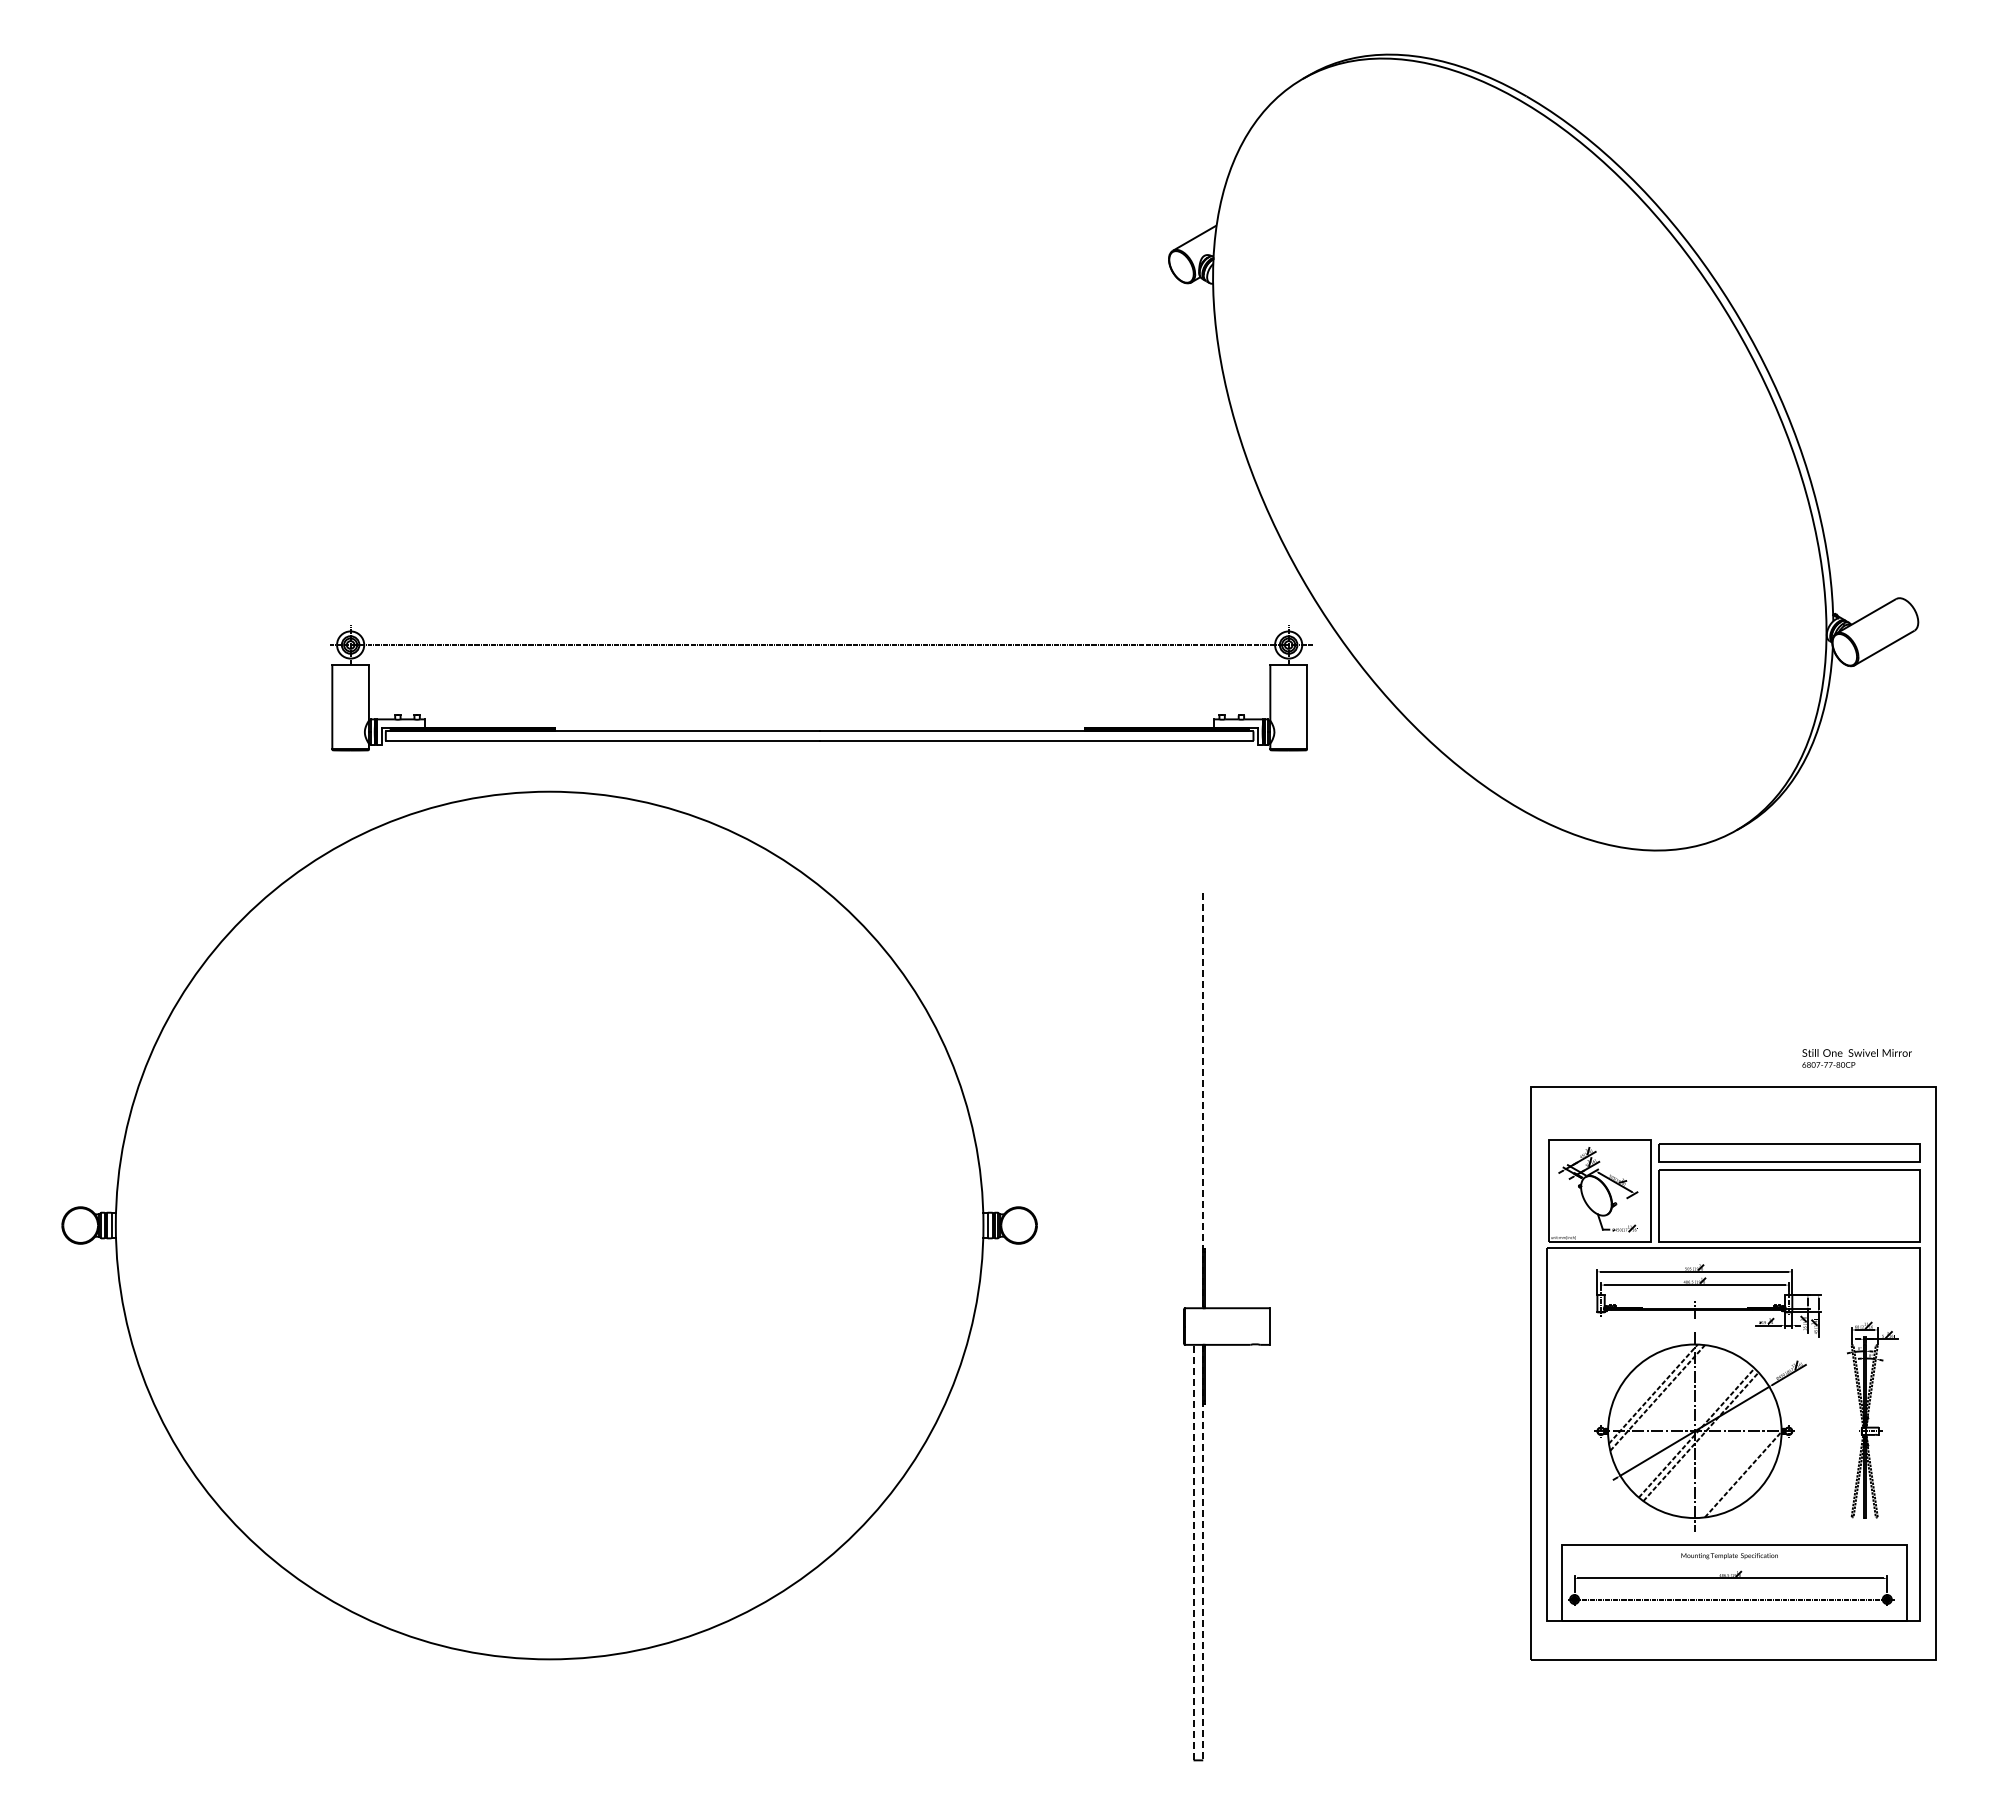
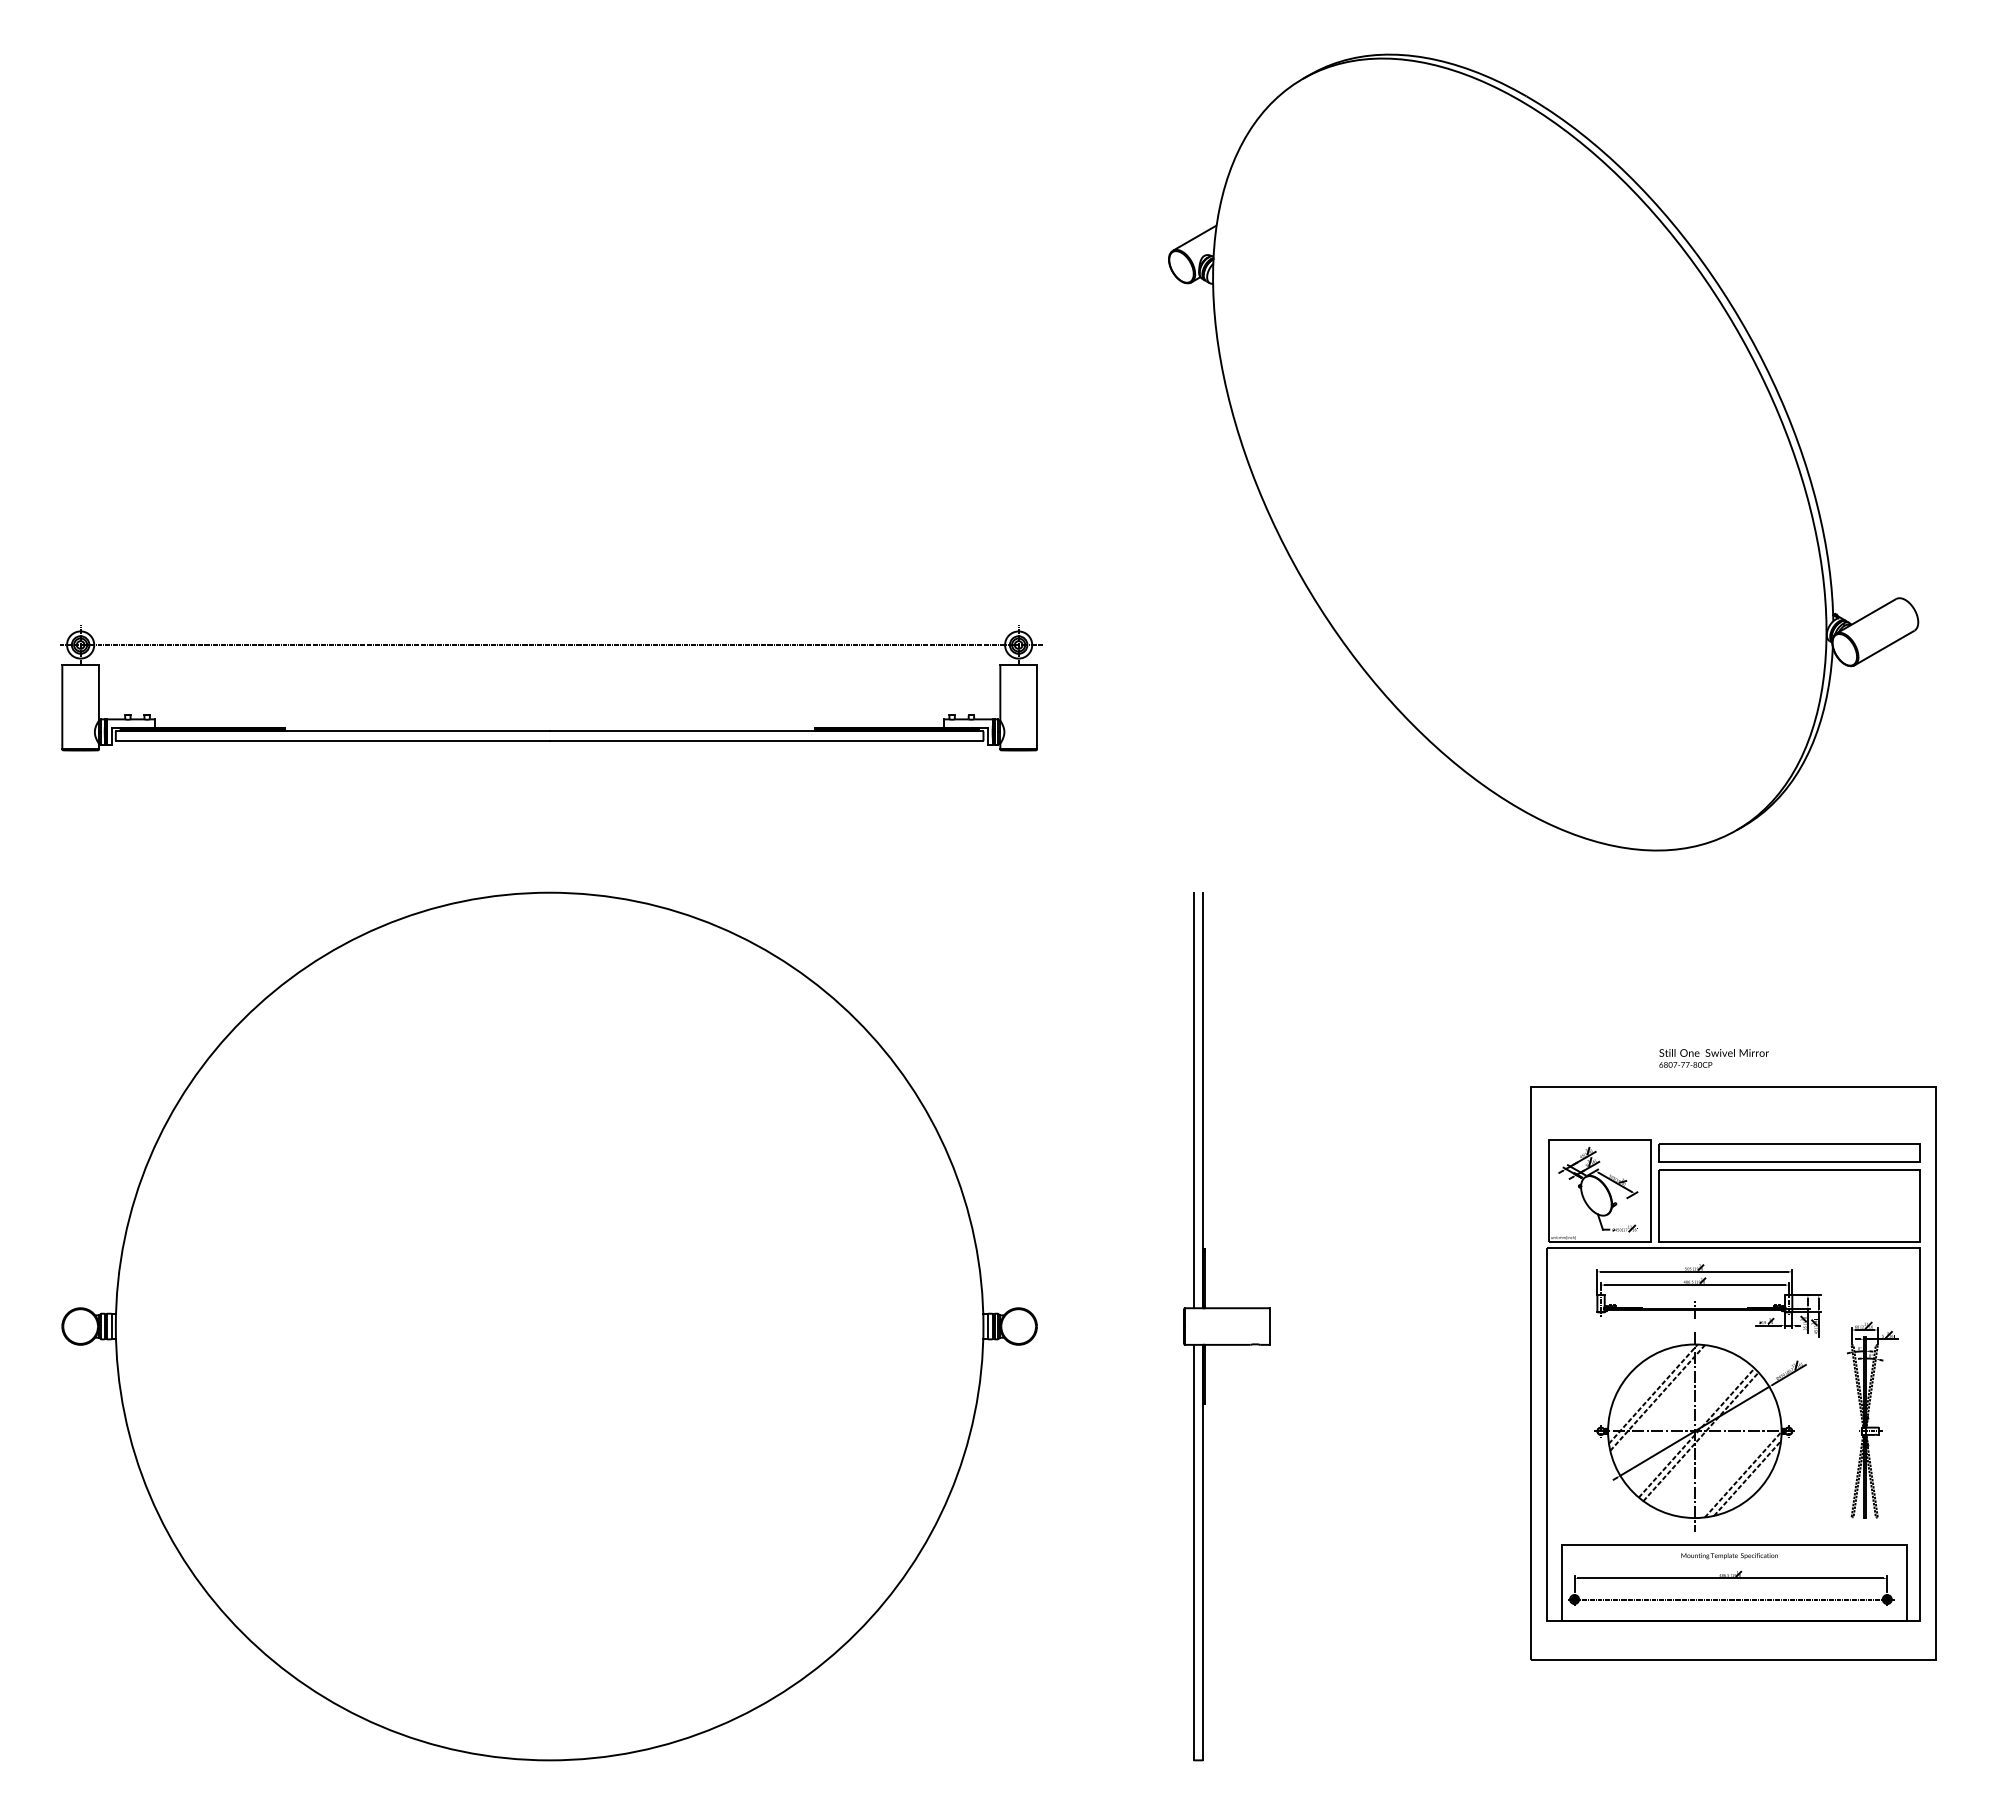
part at (821, 730) position: (821, 730) -> (551, 730)
text at (1856, 1058) position: (1856, 1058) -> (1713, 1058)
line at (1193, 1100): none -> present
line at (1203, 1100): dashed -> solid
part at (549, 1225) position: (549, 1225) -> (549, 1326)
line at (1747, 1478): none -> present
line at (1193, 1552): dashed -> solid
line at (1203, 1552): dashed -> solid
